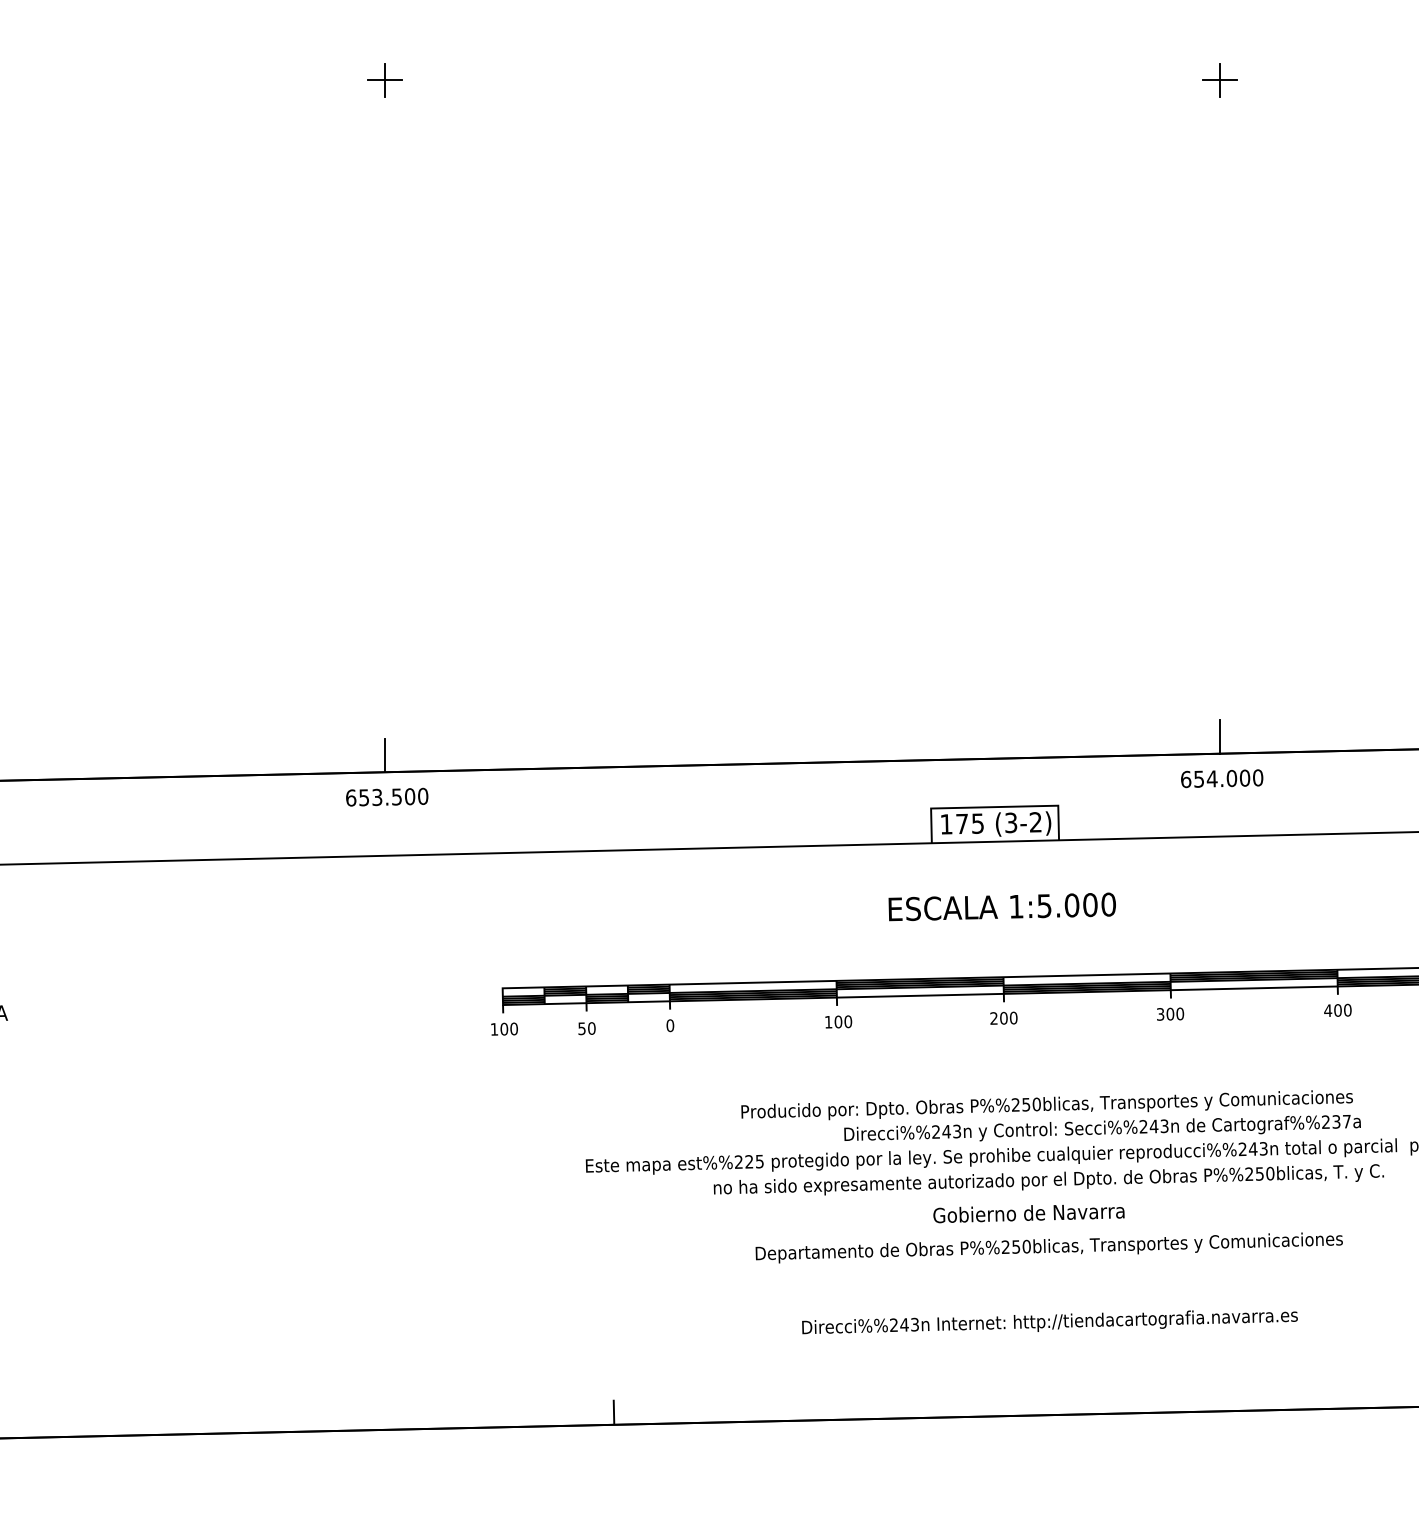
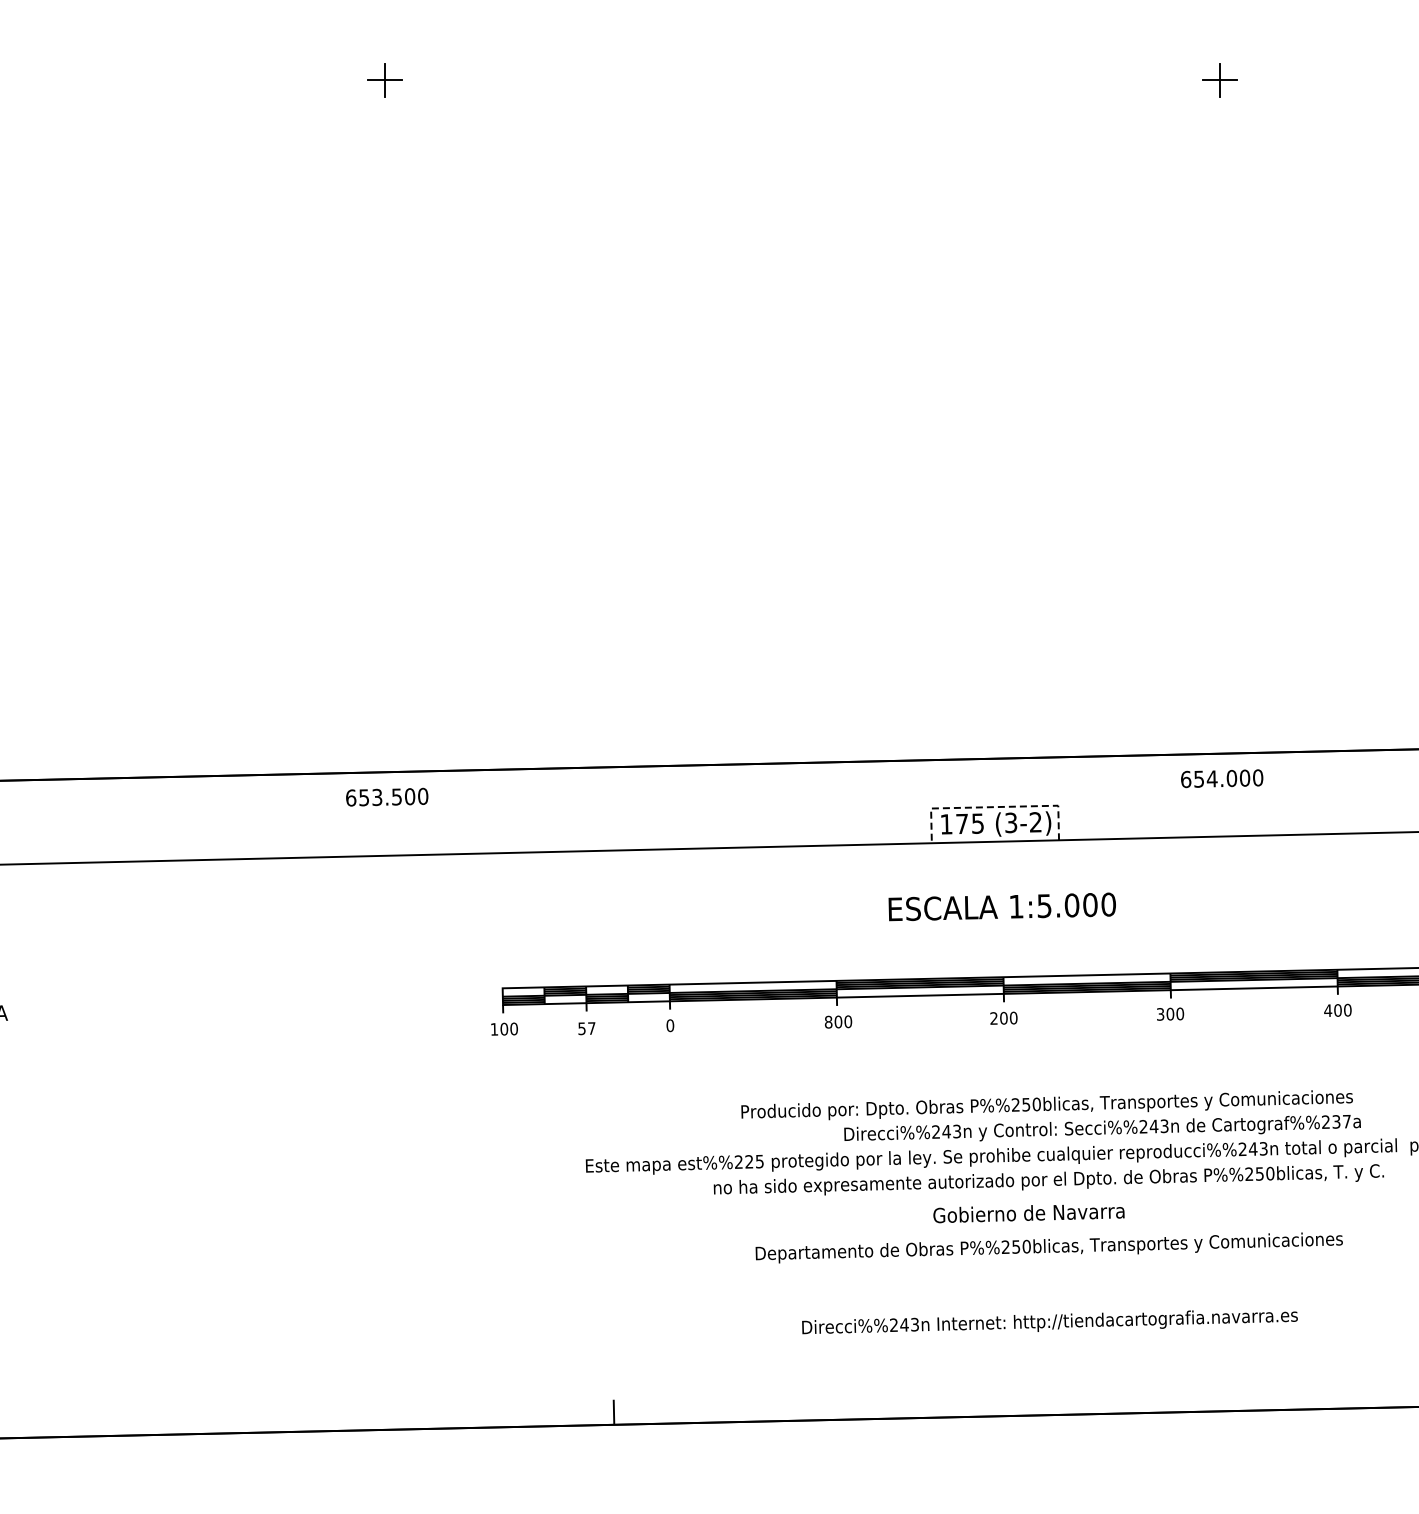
line at (1220, 736): present -> none
line at (385, 755): present -> none
line at (994, 807): solid -> dashed
text at (828, 1021): 100 -> 800
text at (591, 1028): 50 -> 57
